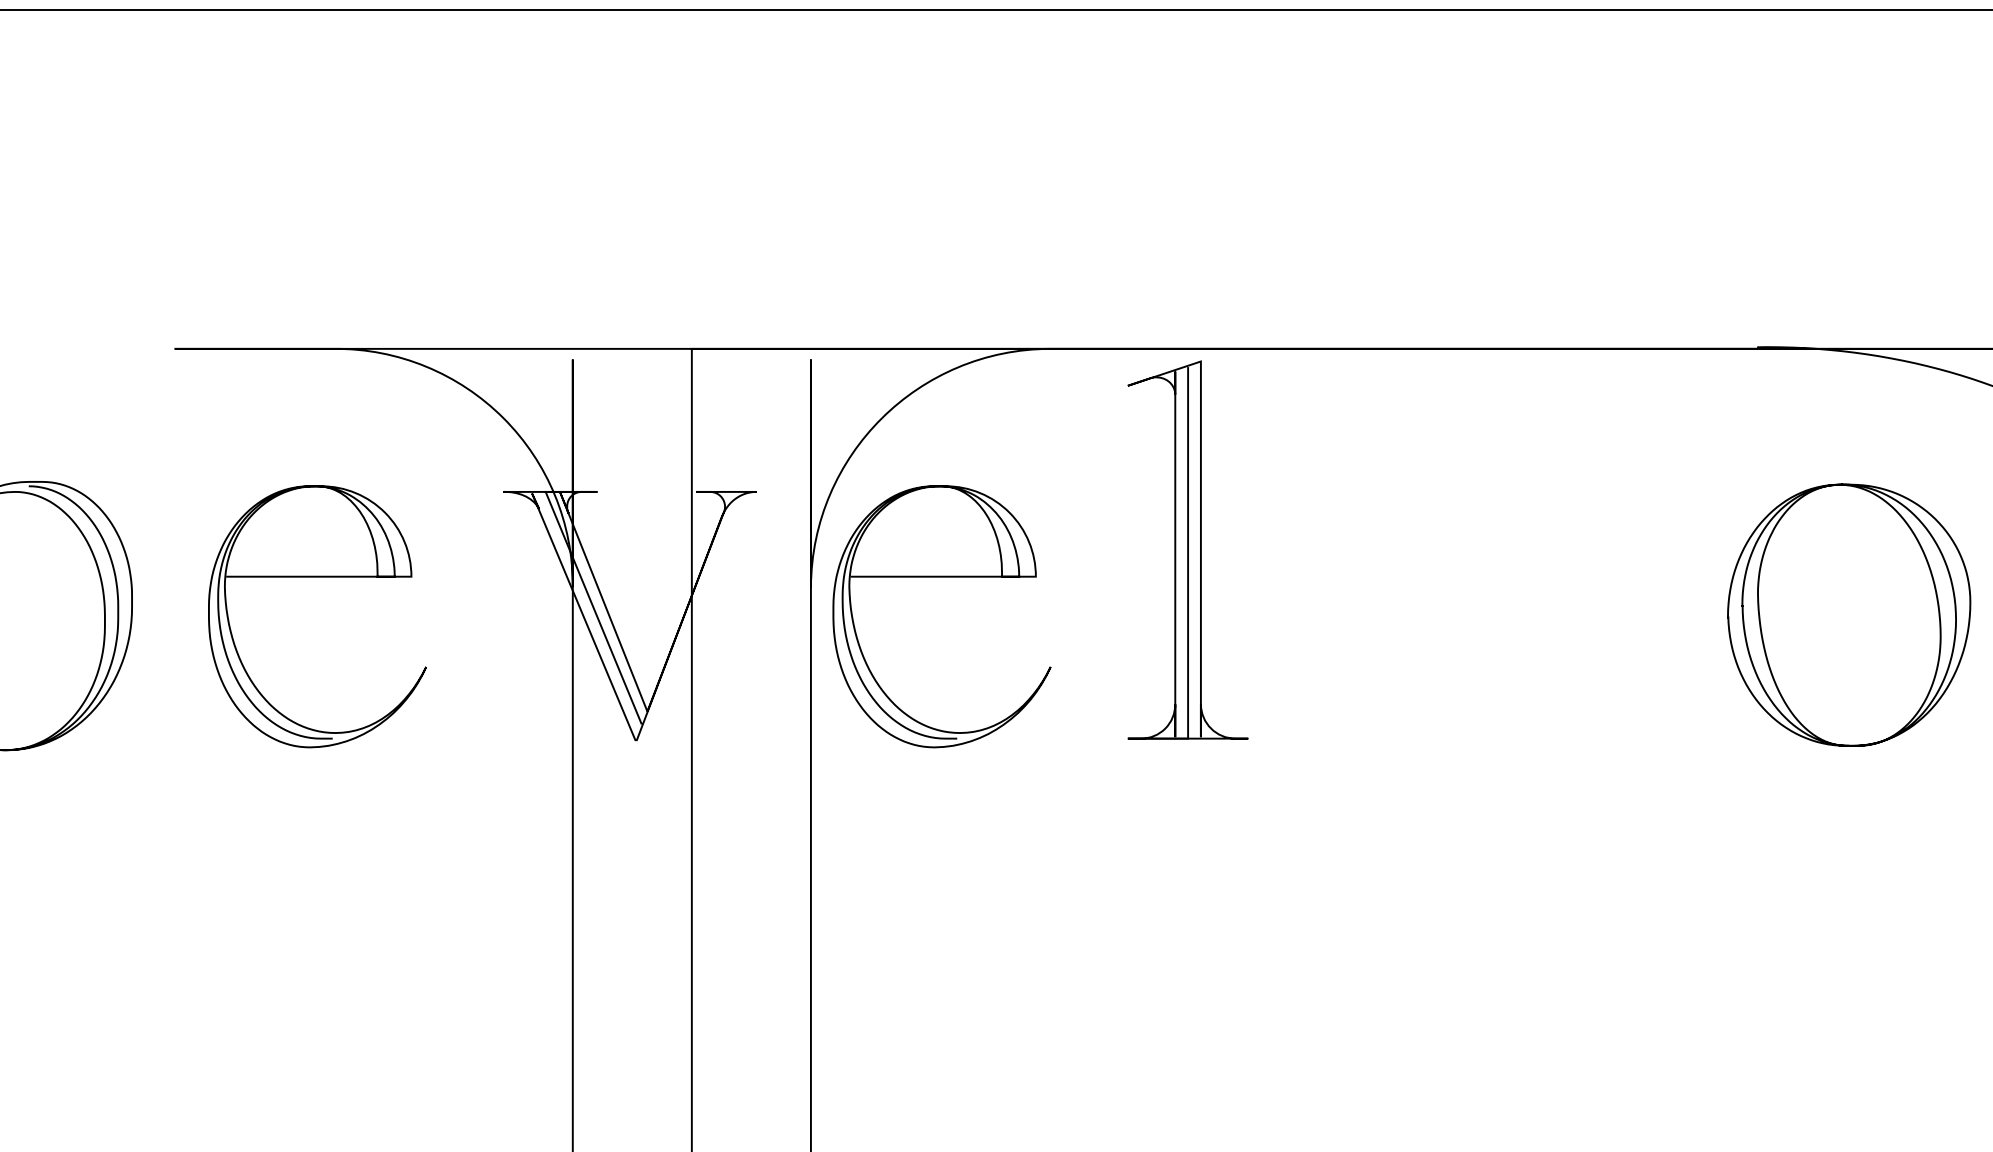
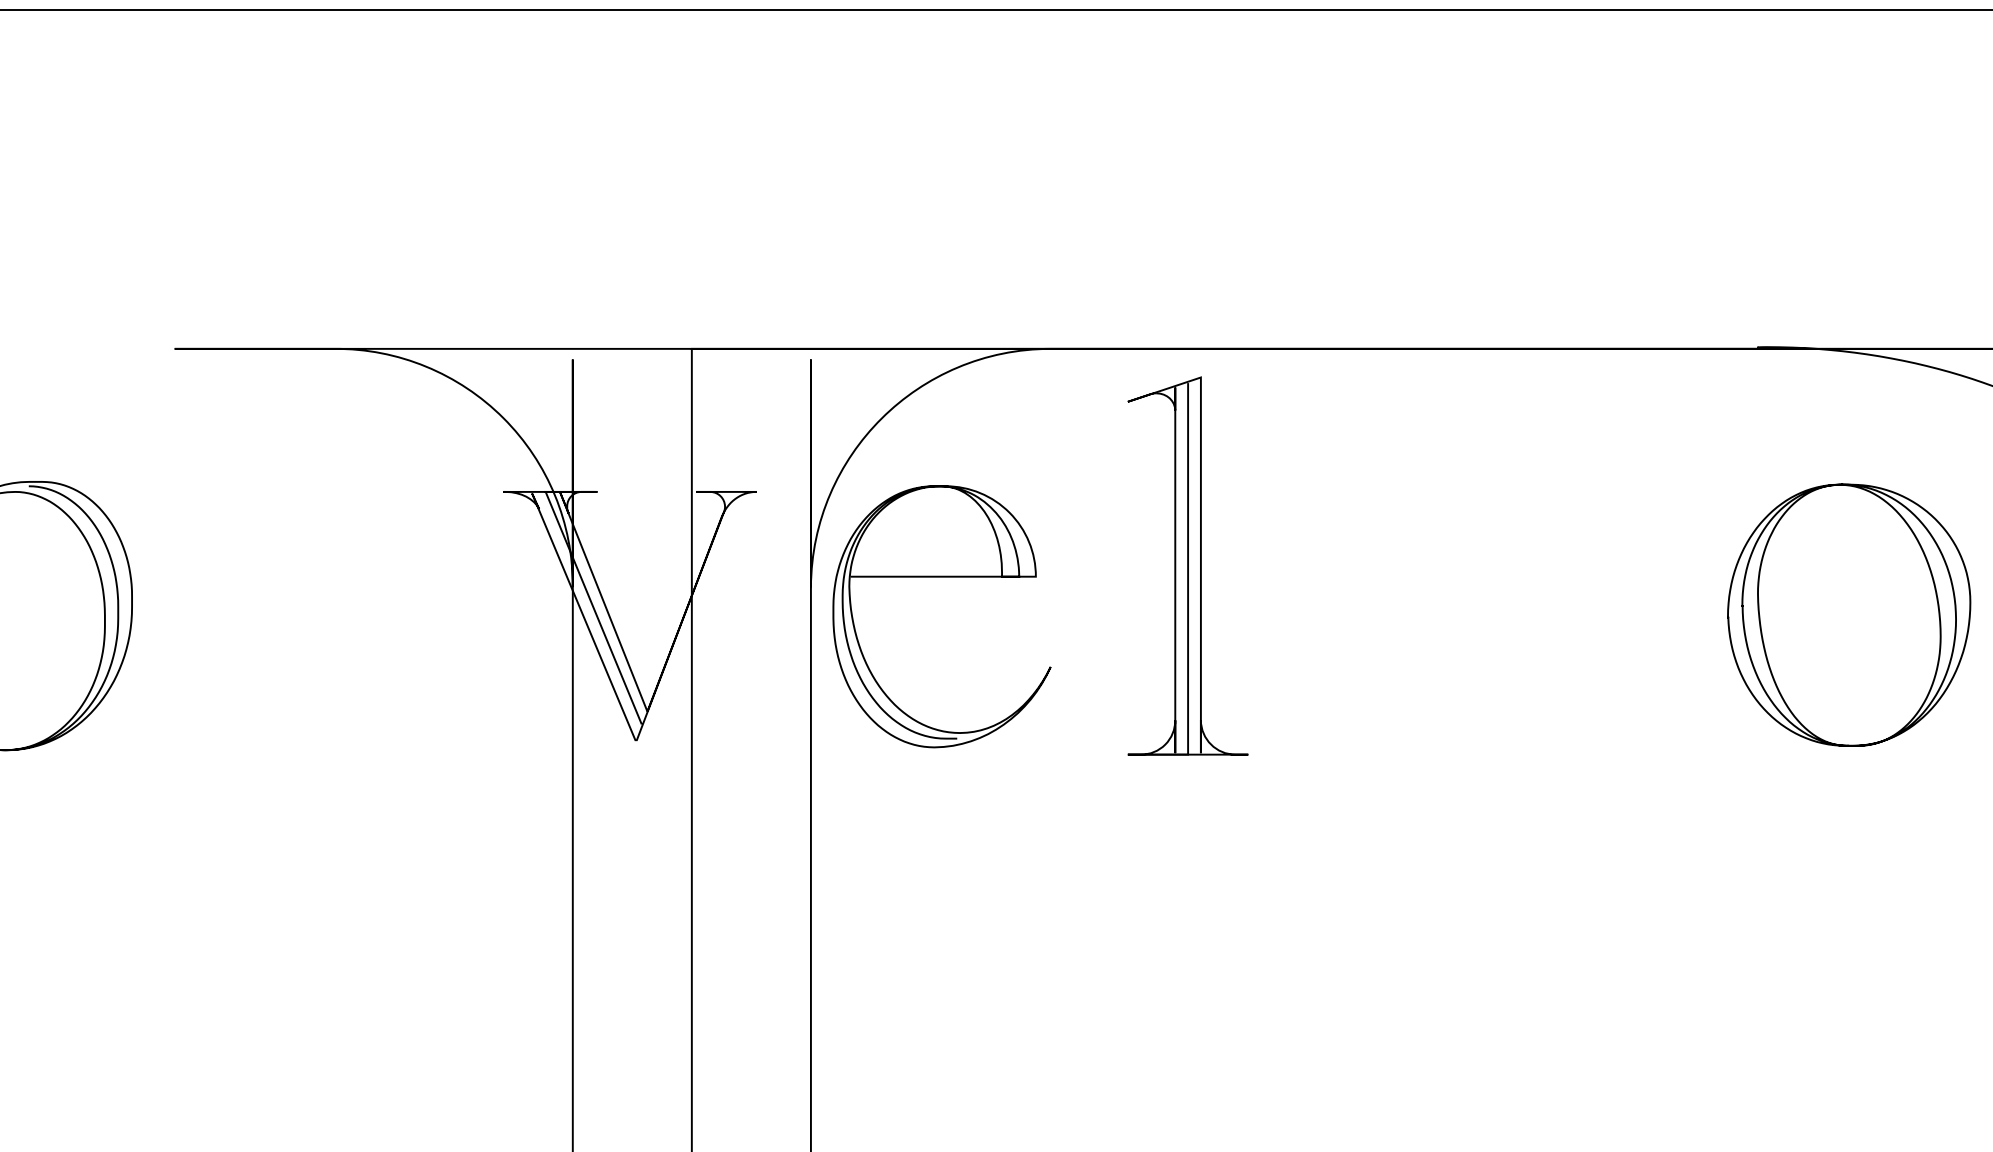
part at (1187, 549) position: (1187, 549) -> (1187, 565)
curve at (317, 577): present -> none
